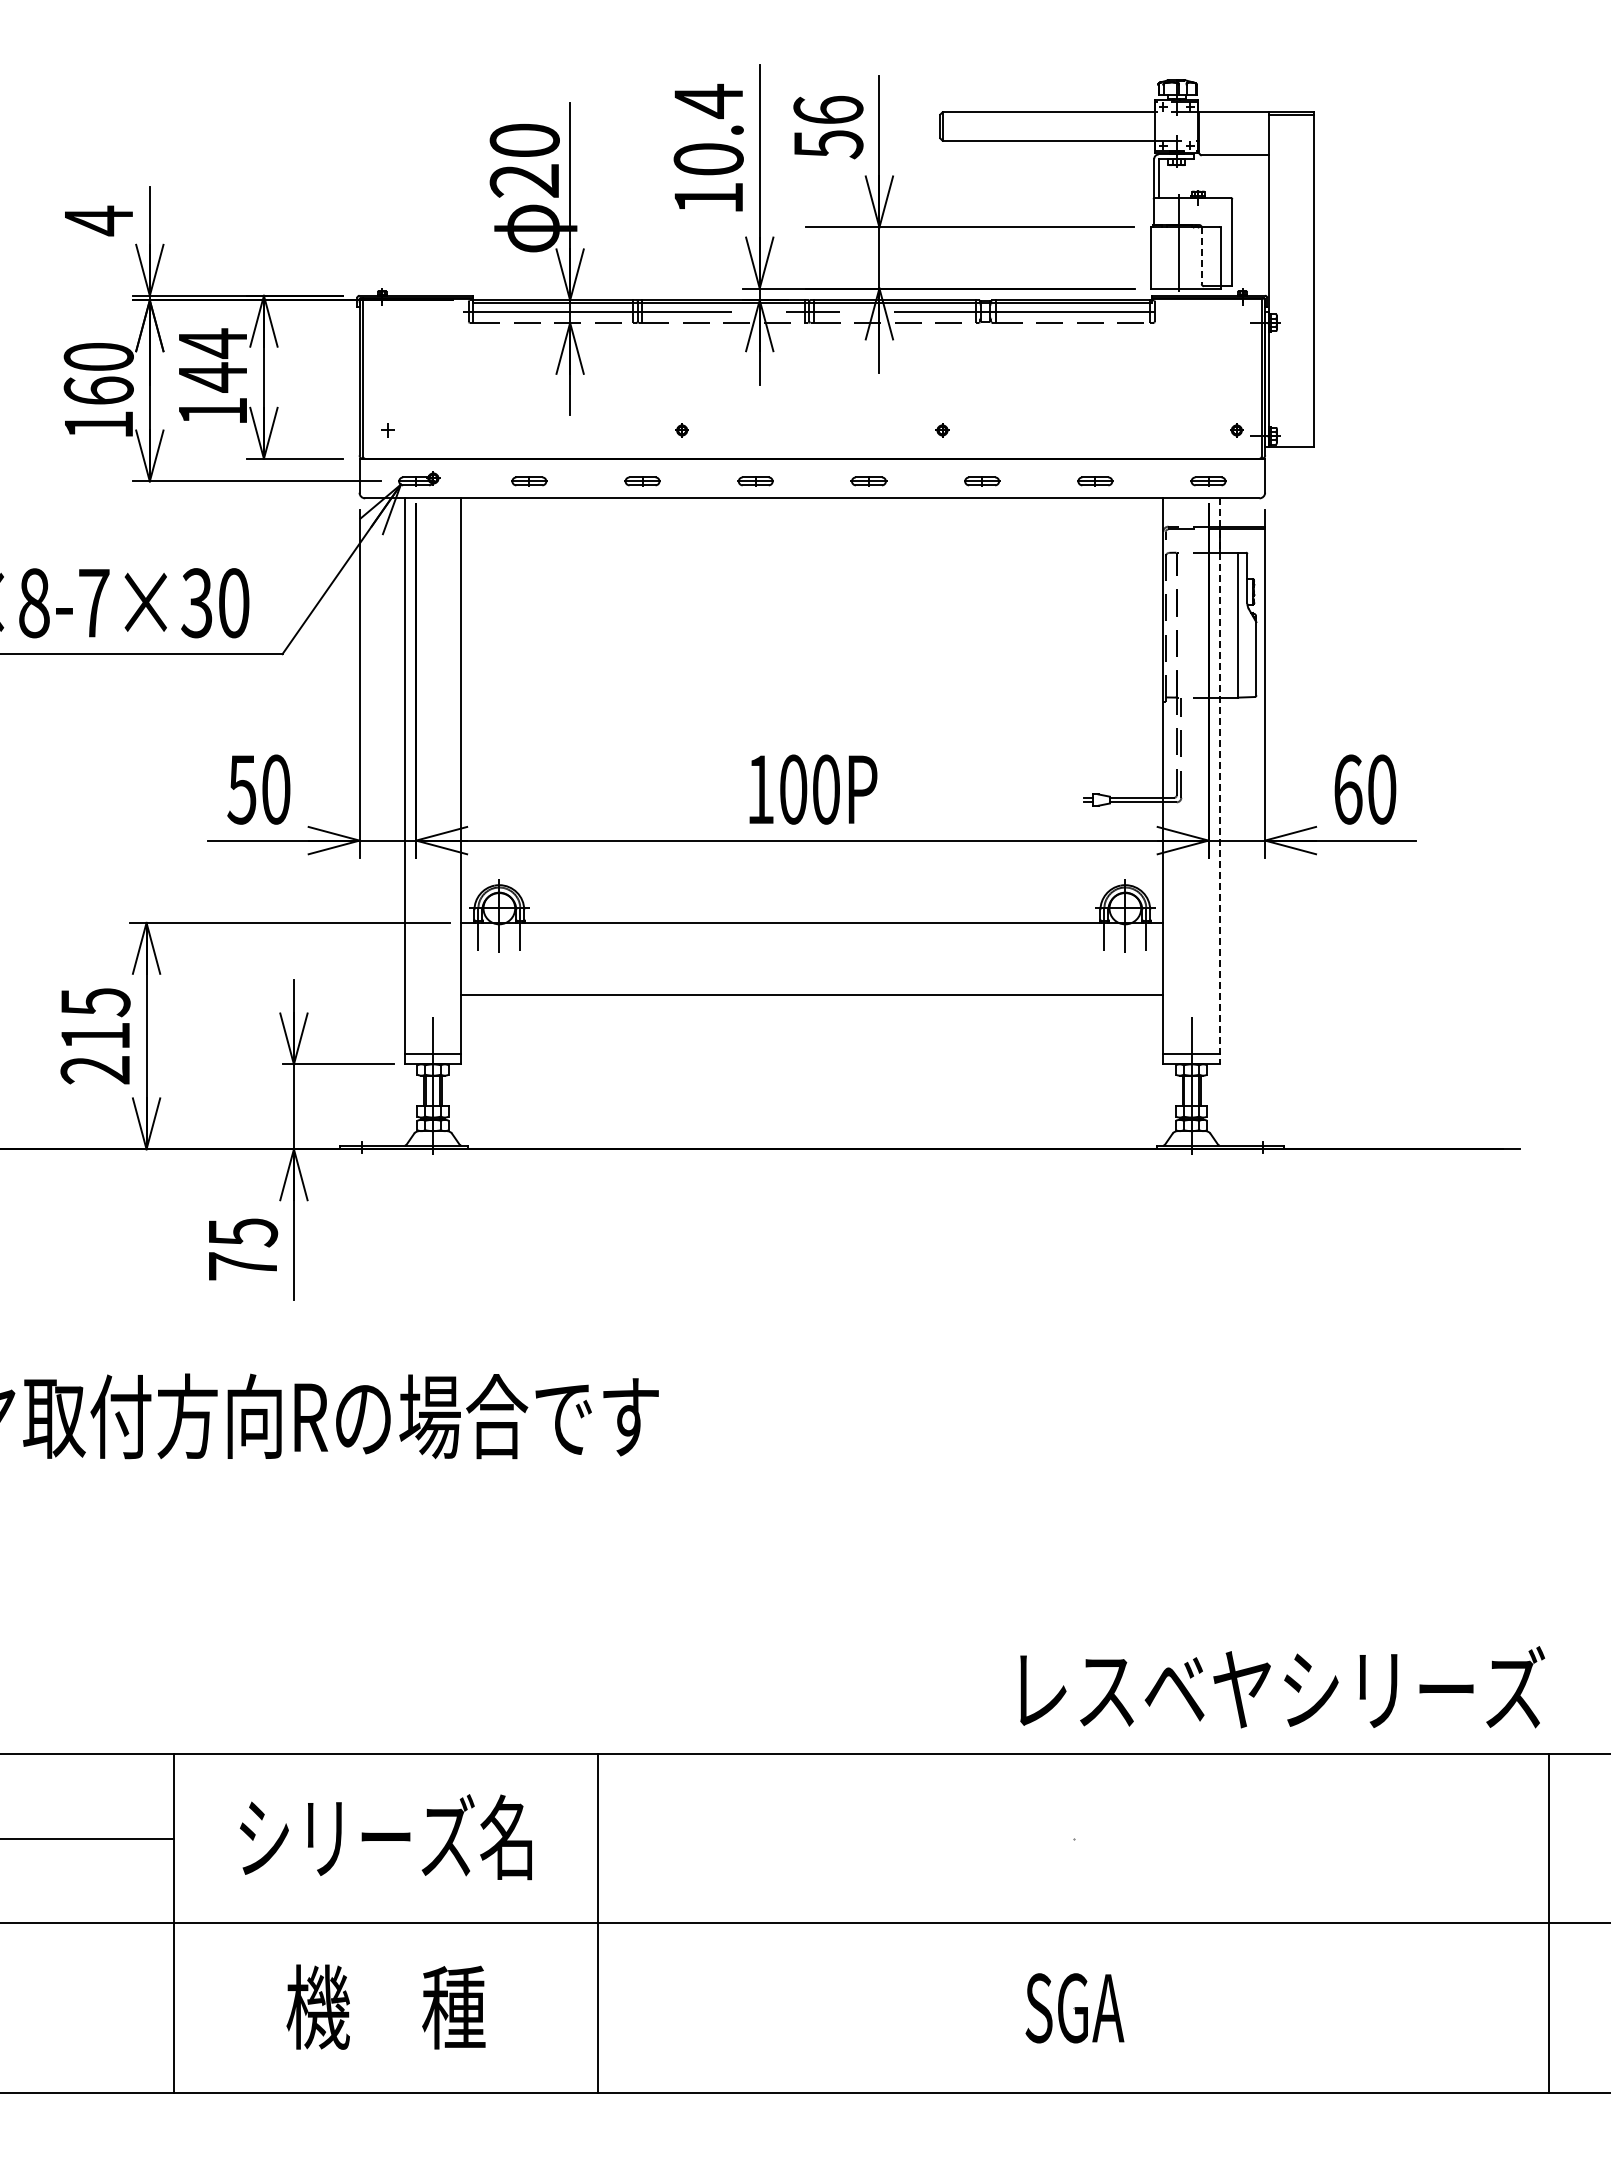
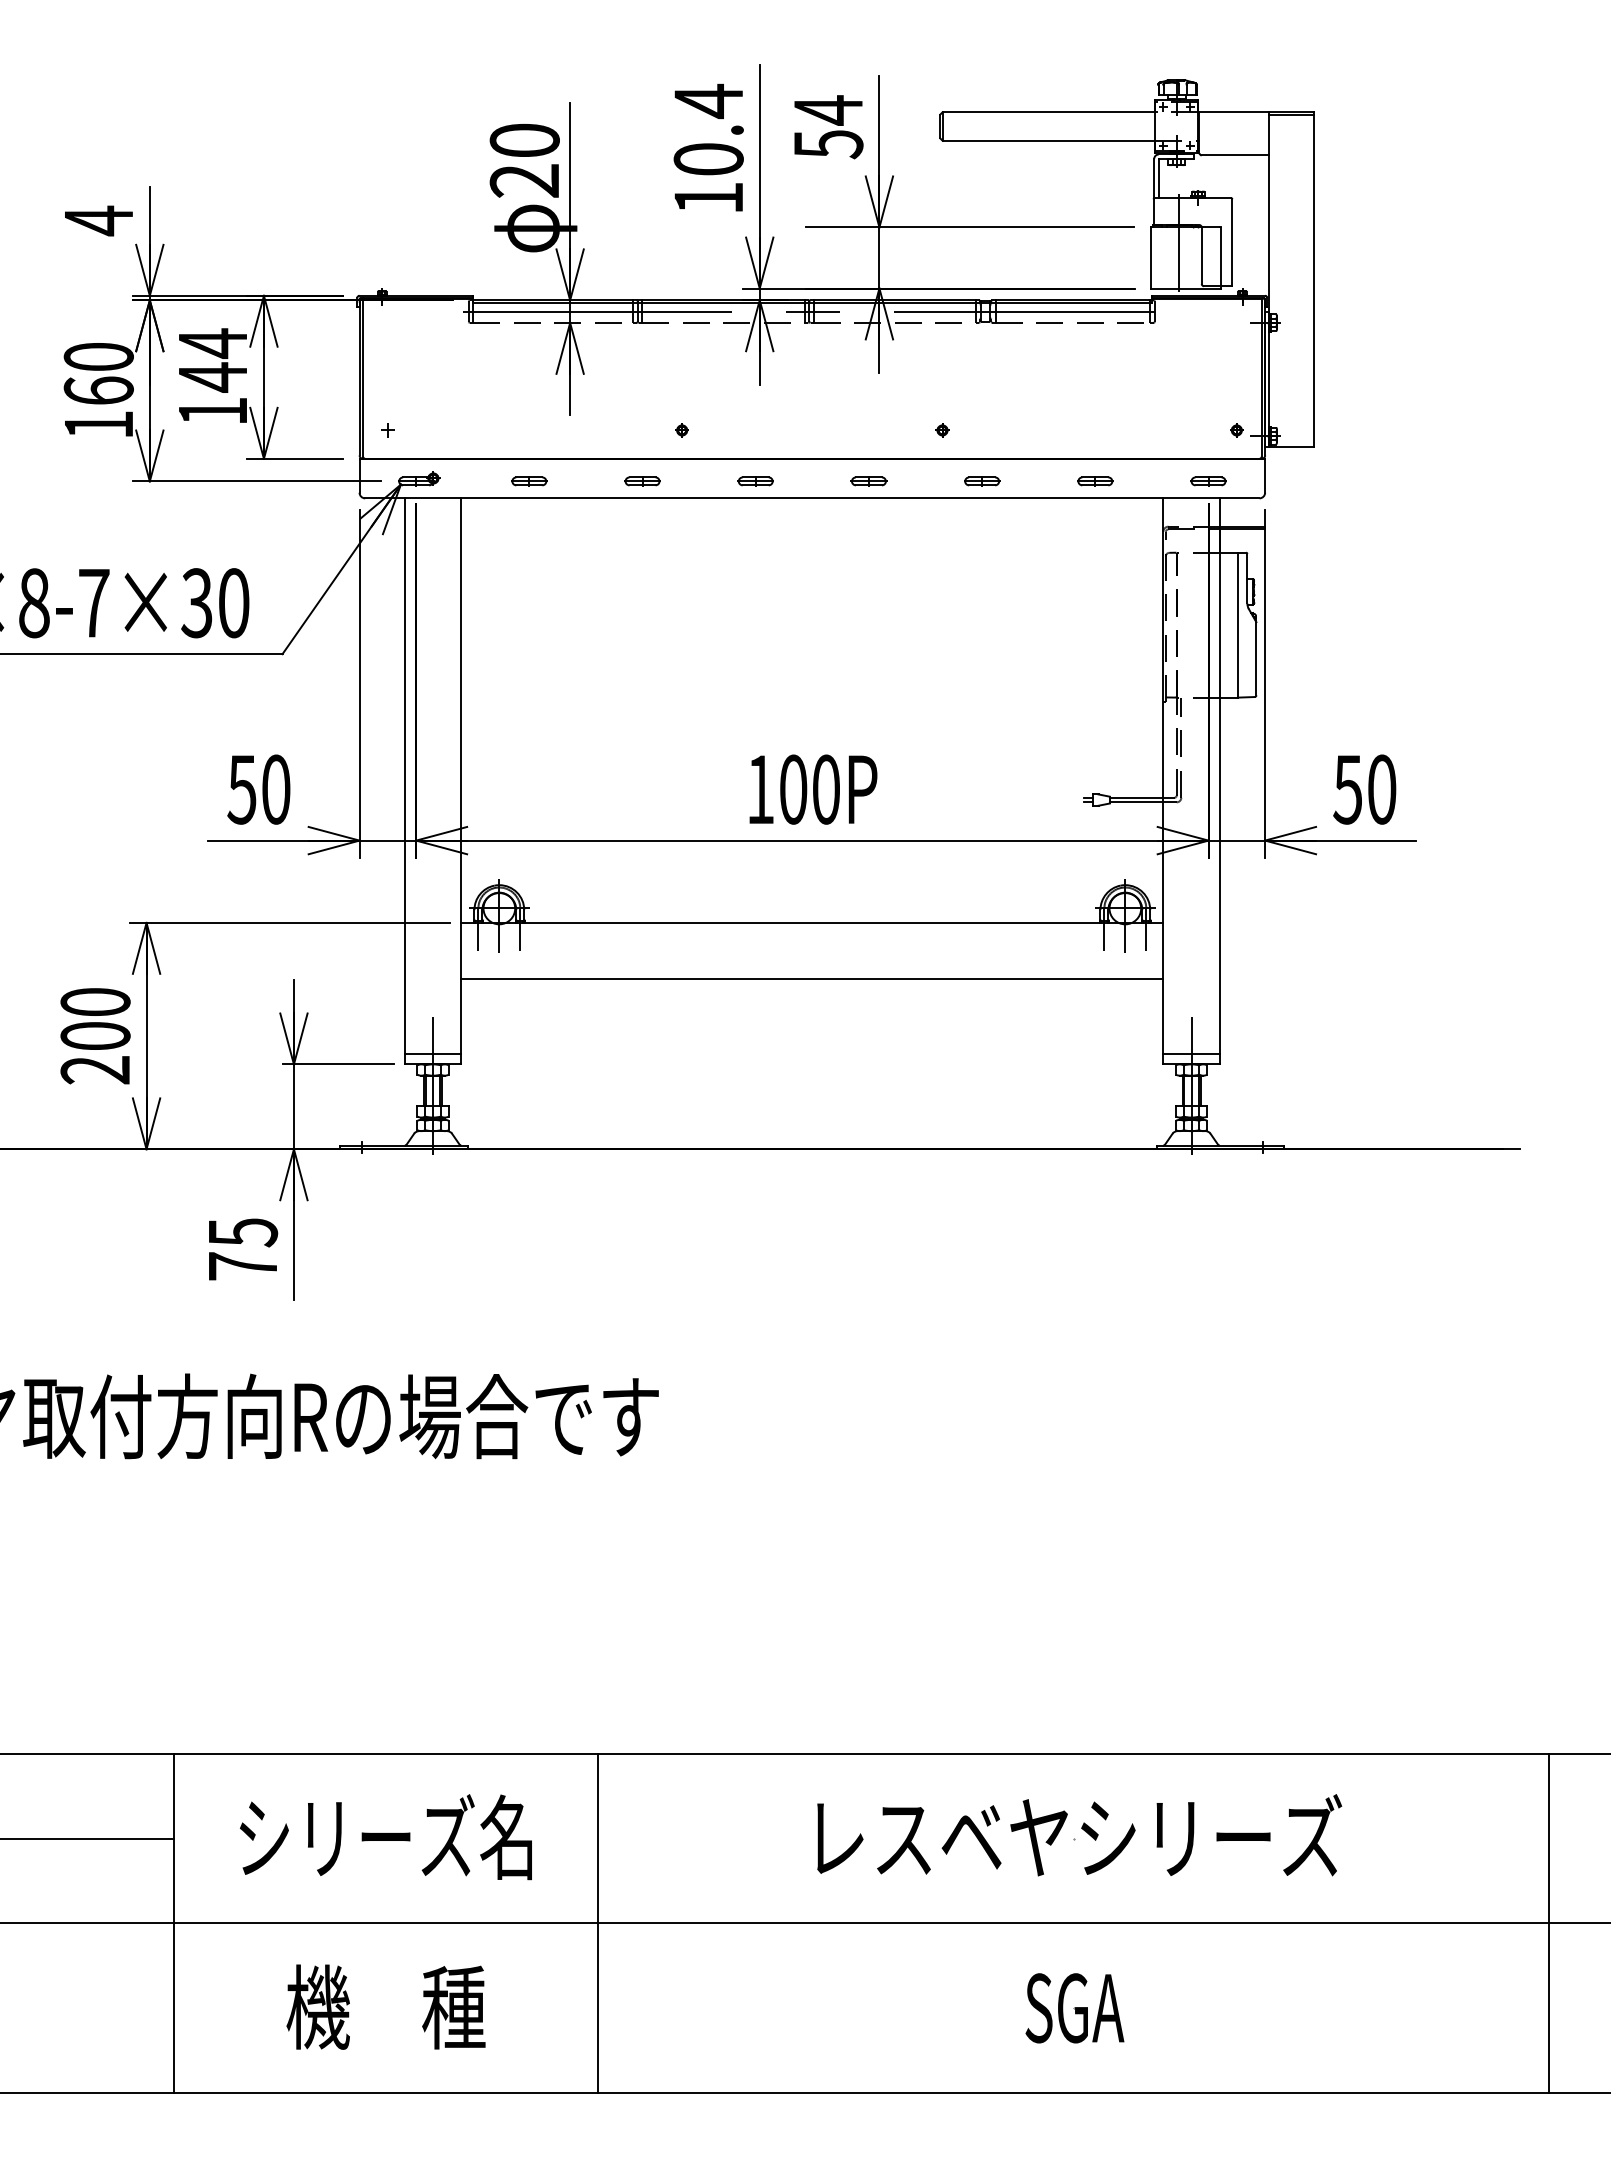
text at (828, 110): 56 -> 54
line at (1201, 256): dashed -> solid
line at (1219, 781): dashed -> solid
text at (1347, 789): 60 -> 50
line at (812, 995) position: (812, 995) -> (812, 979)
text at (95, 1018): 215 -> 200
text at (1282, 1687) position: (1282, 1687) -> (1079, 1835)
